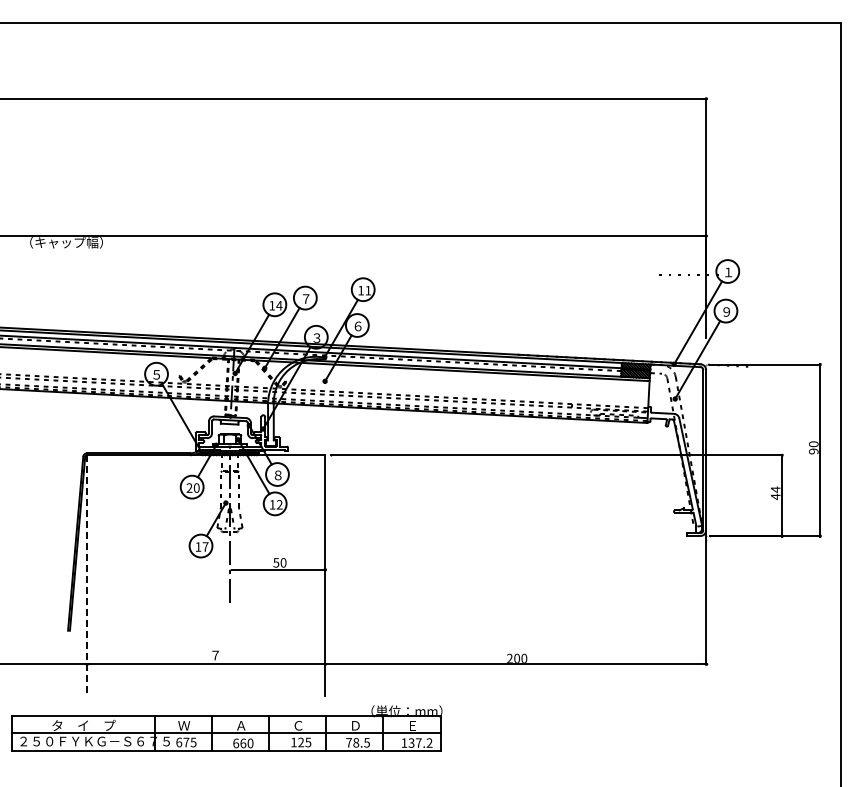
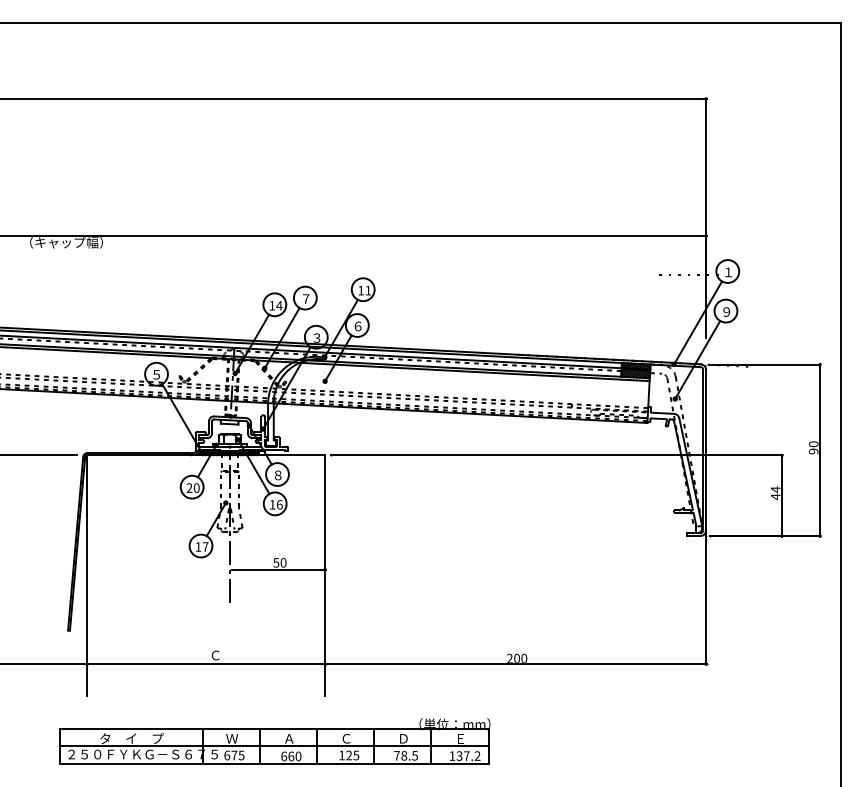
line at (39, 455): none -> present
text at (279, 504): 12 -> 16
line at (87, 575): dashed -> solid
text at (215, 655): ７ -> Ｃ
part at (226, 728) position: (226, 728) -> (274, 741)
